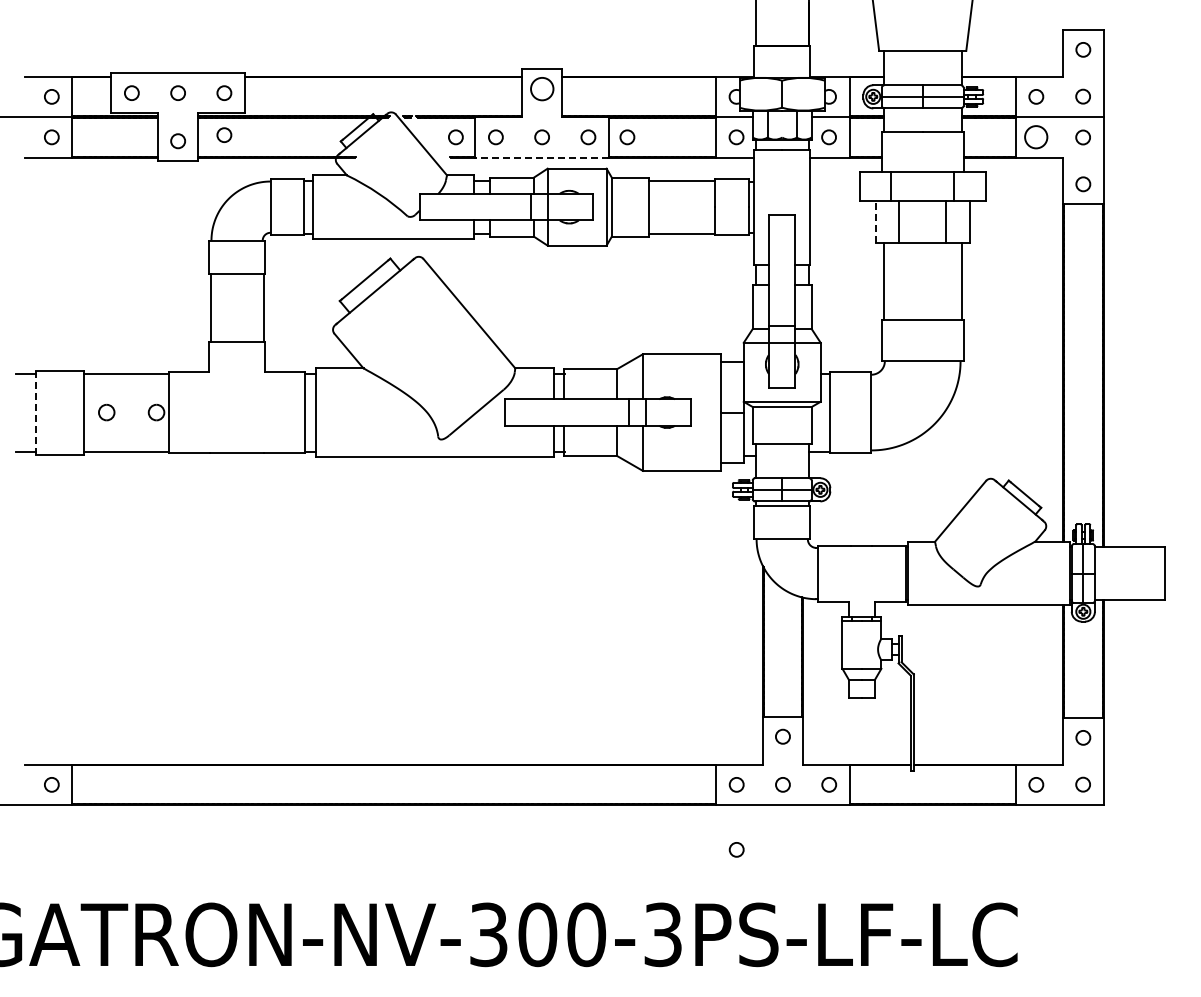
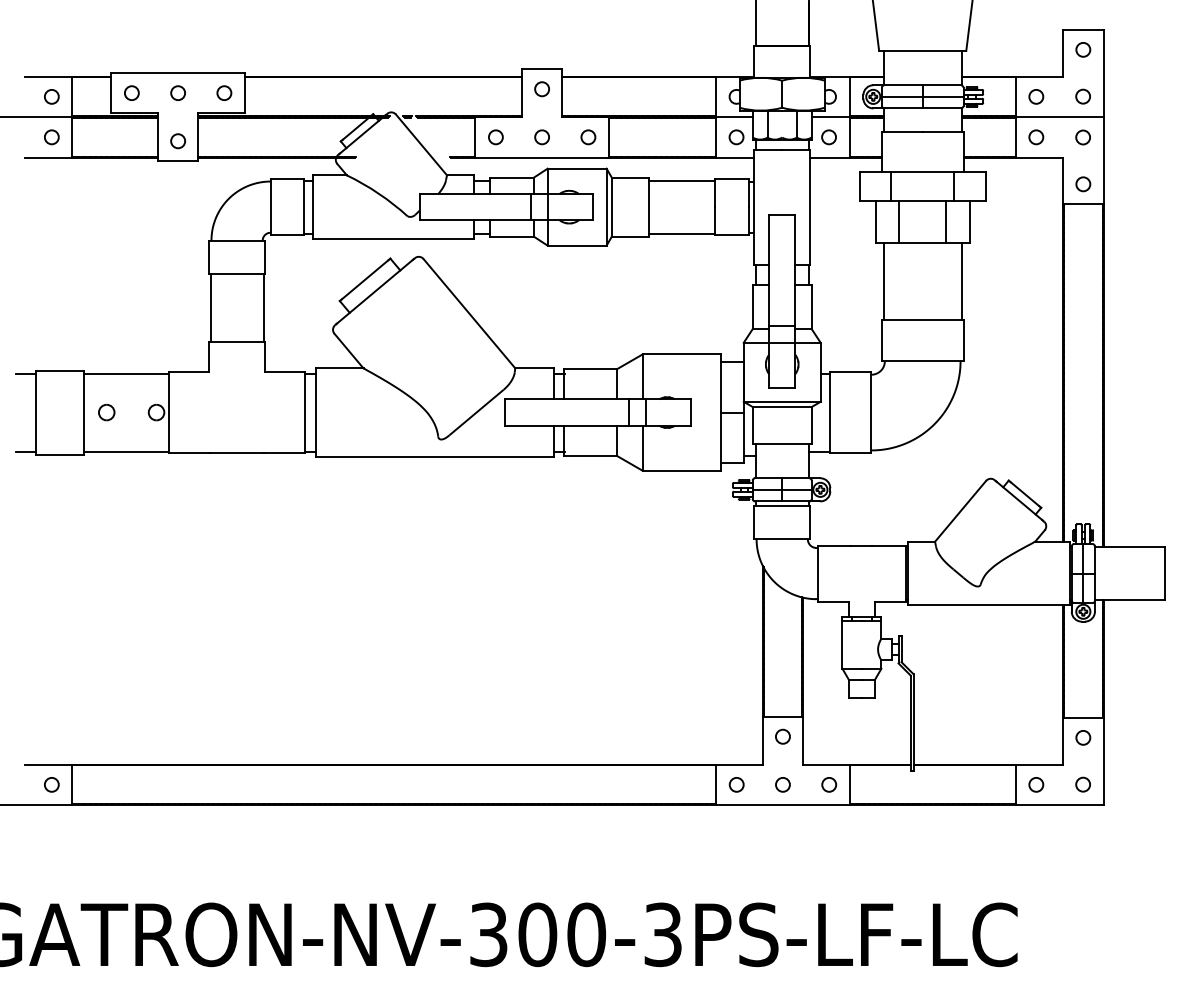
circle at (542, 89) size: 25x25 px -> 16x17 px
circle at (224, 134): present -> none
circle at (455, 137): present -> none
circle at (627, 137): present -> none
circle at (1036, 137) size: 25x25 px -> 17x17 px
line at (542, 157): dashed -> solid
line at (875, 221): dashed -> solid
line at (36, 412): dashed -> solid
circle at (736, 849): present -> none
